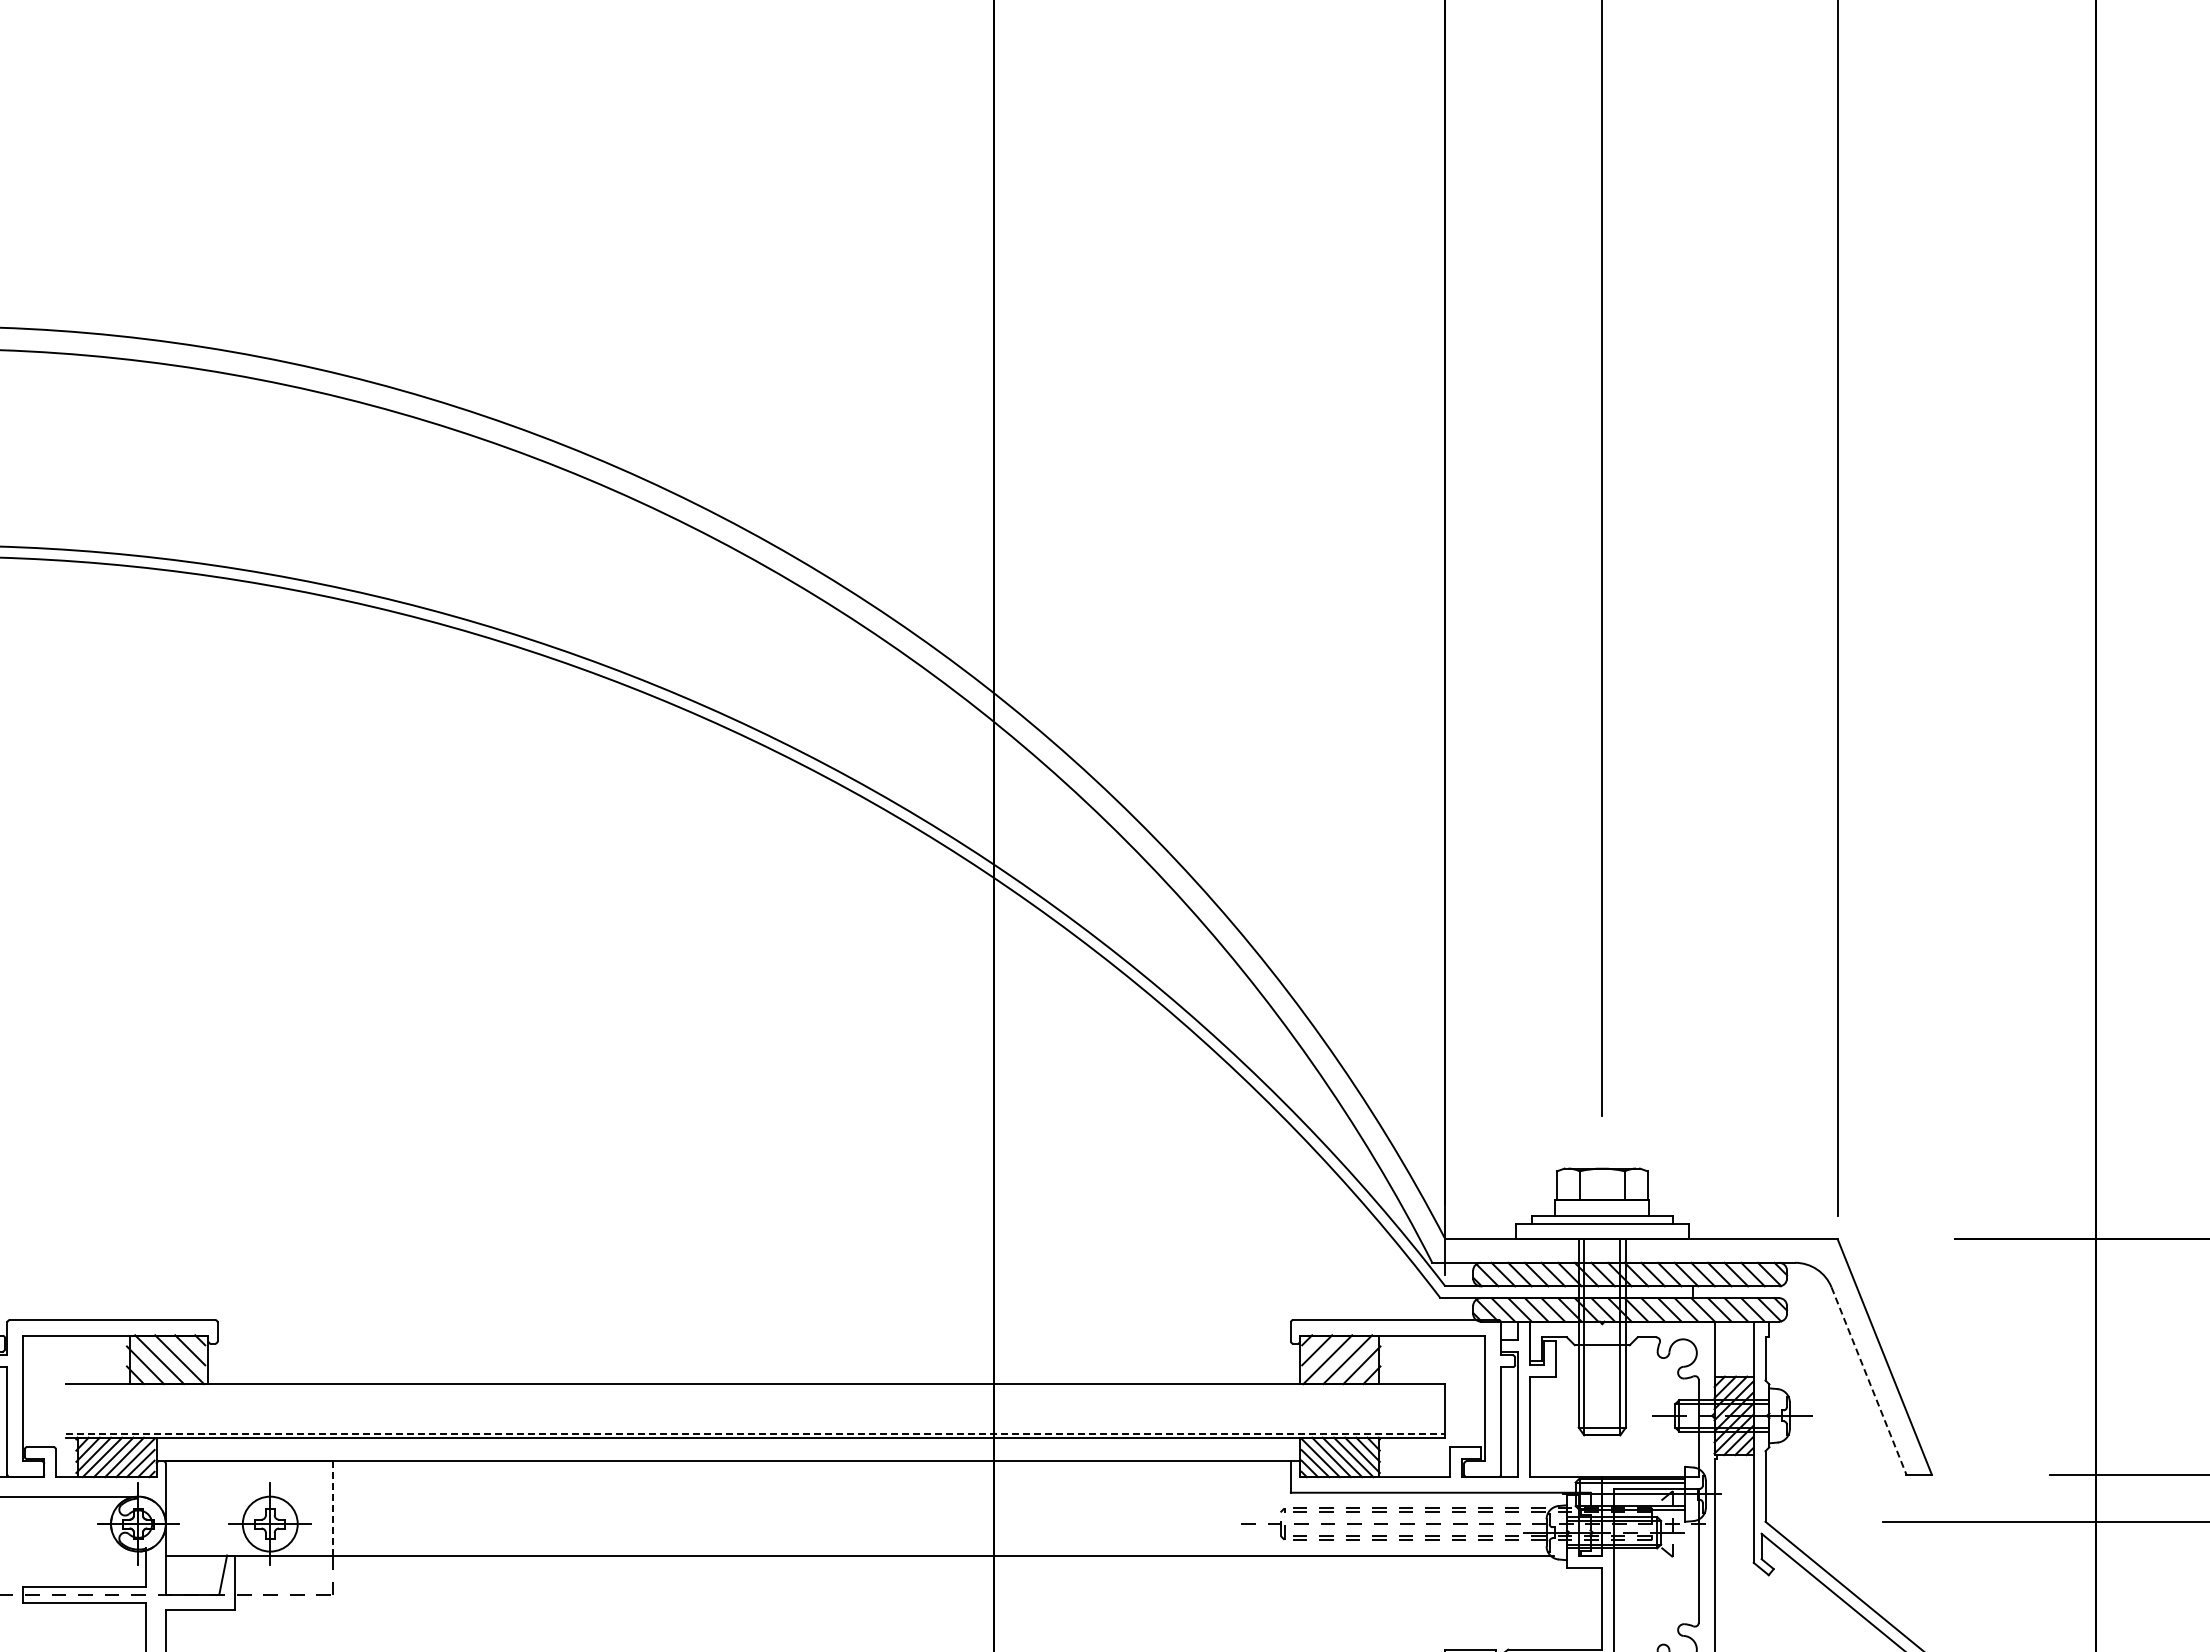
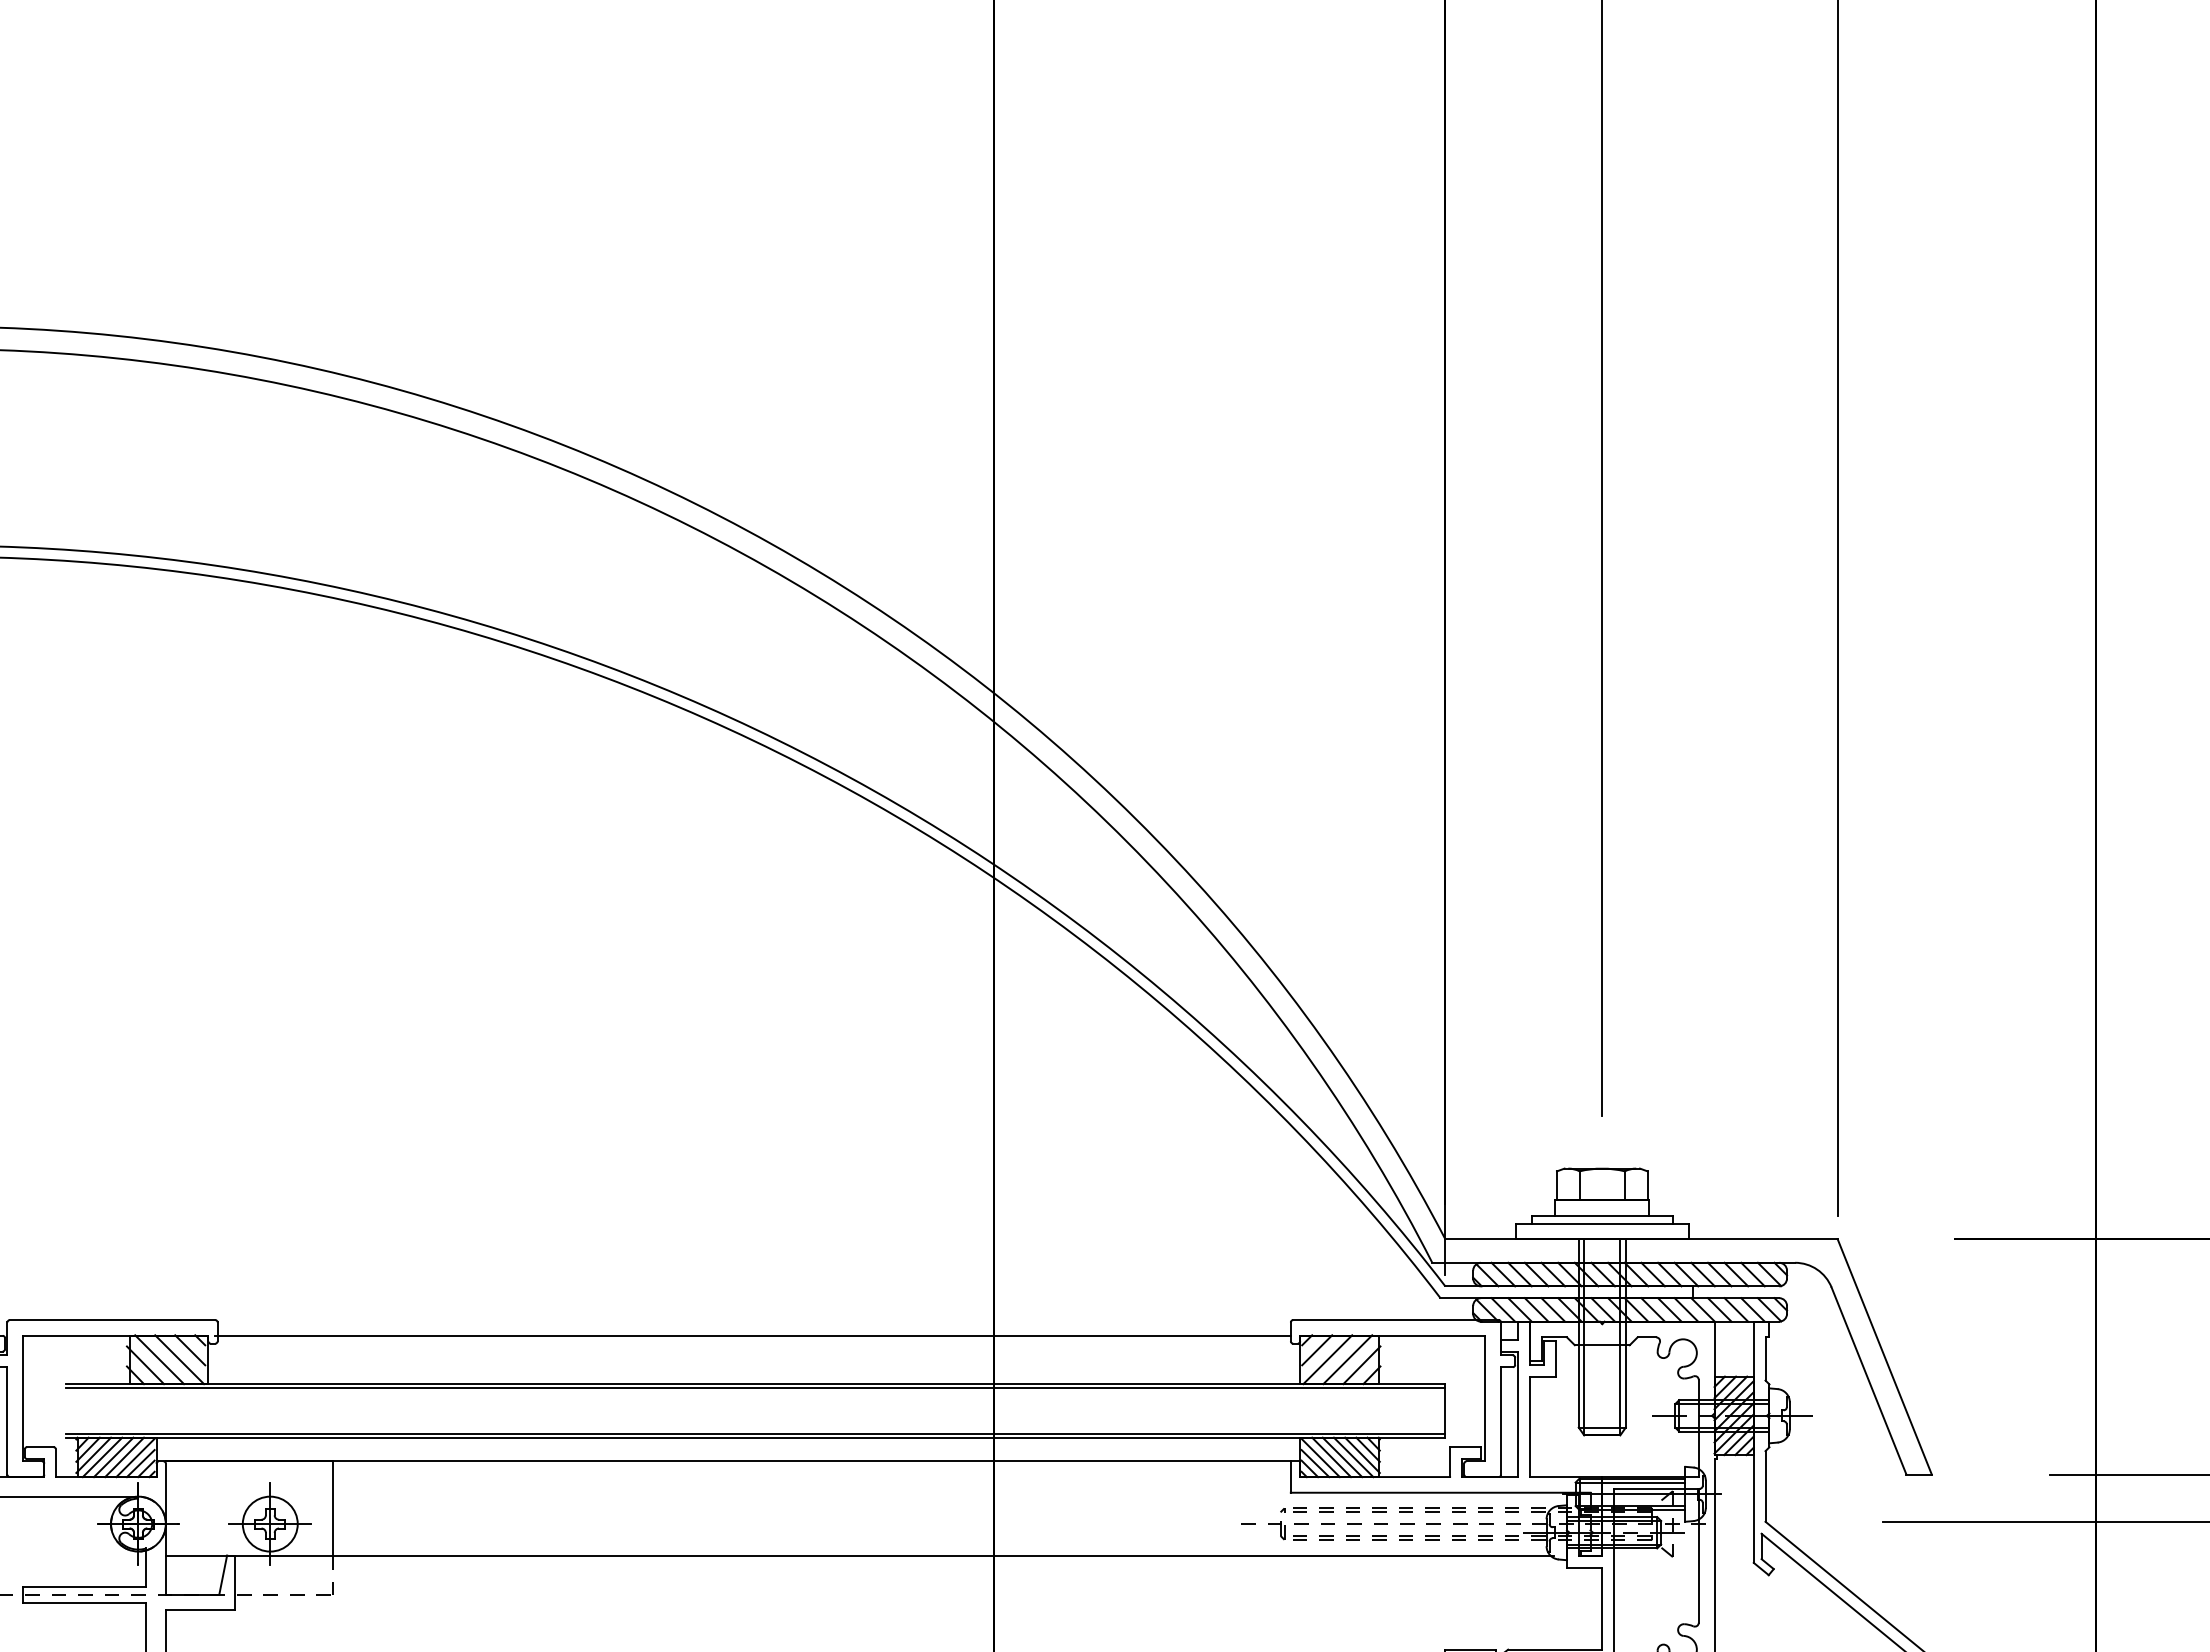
line at (752, 1335): none -> present
line at (1869, 1381): dashed -> solid
line at (755, 1388): none -> present
line at (755, 1433): dashed -> solid
line at (333, 1508): dashed -> solid
